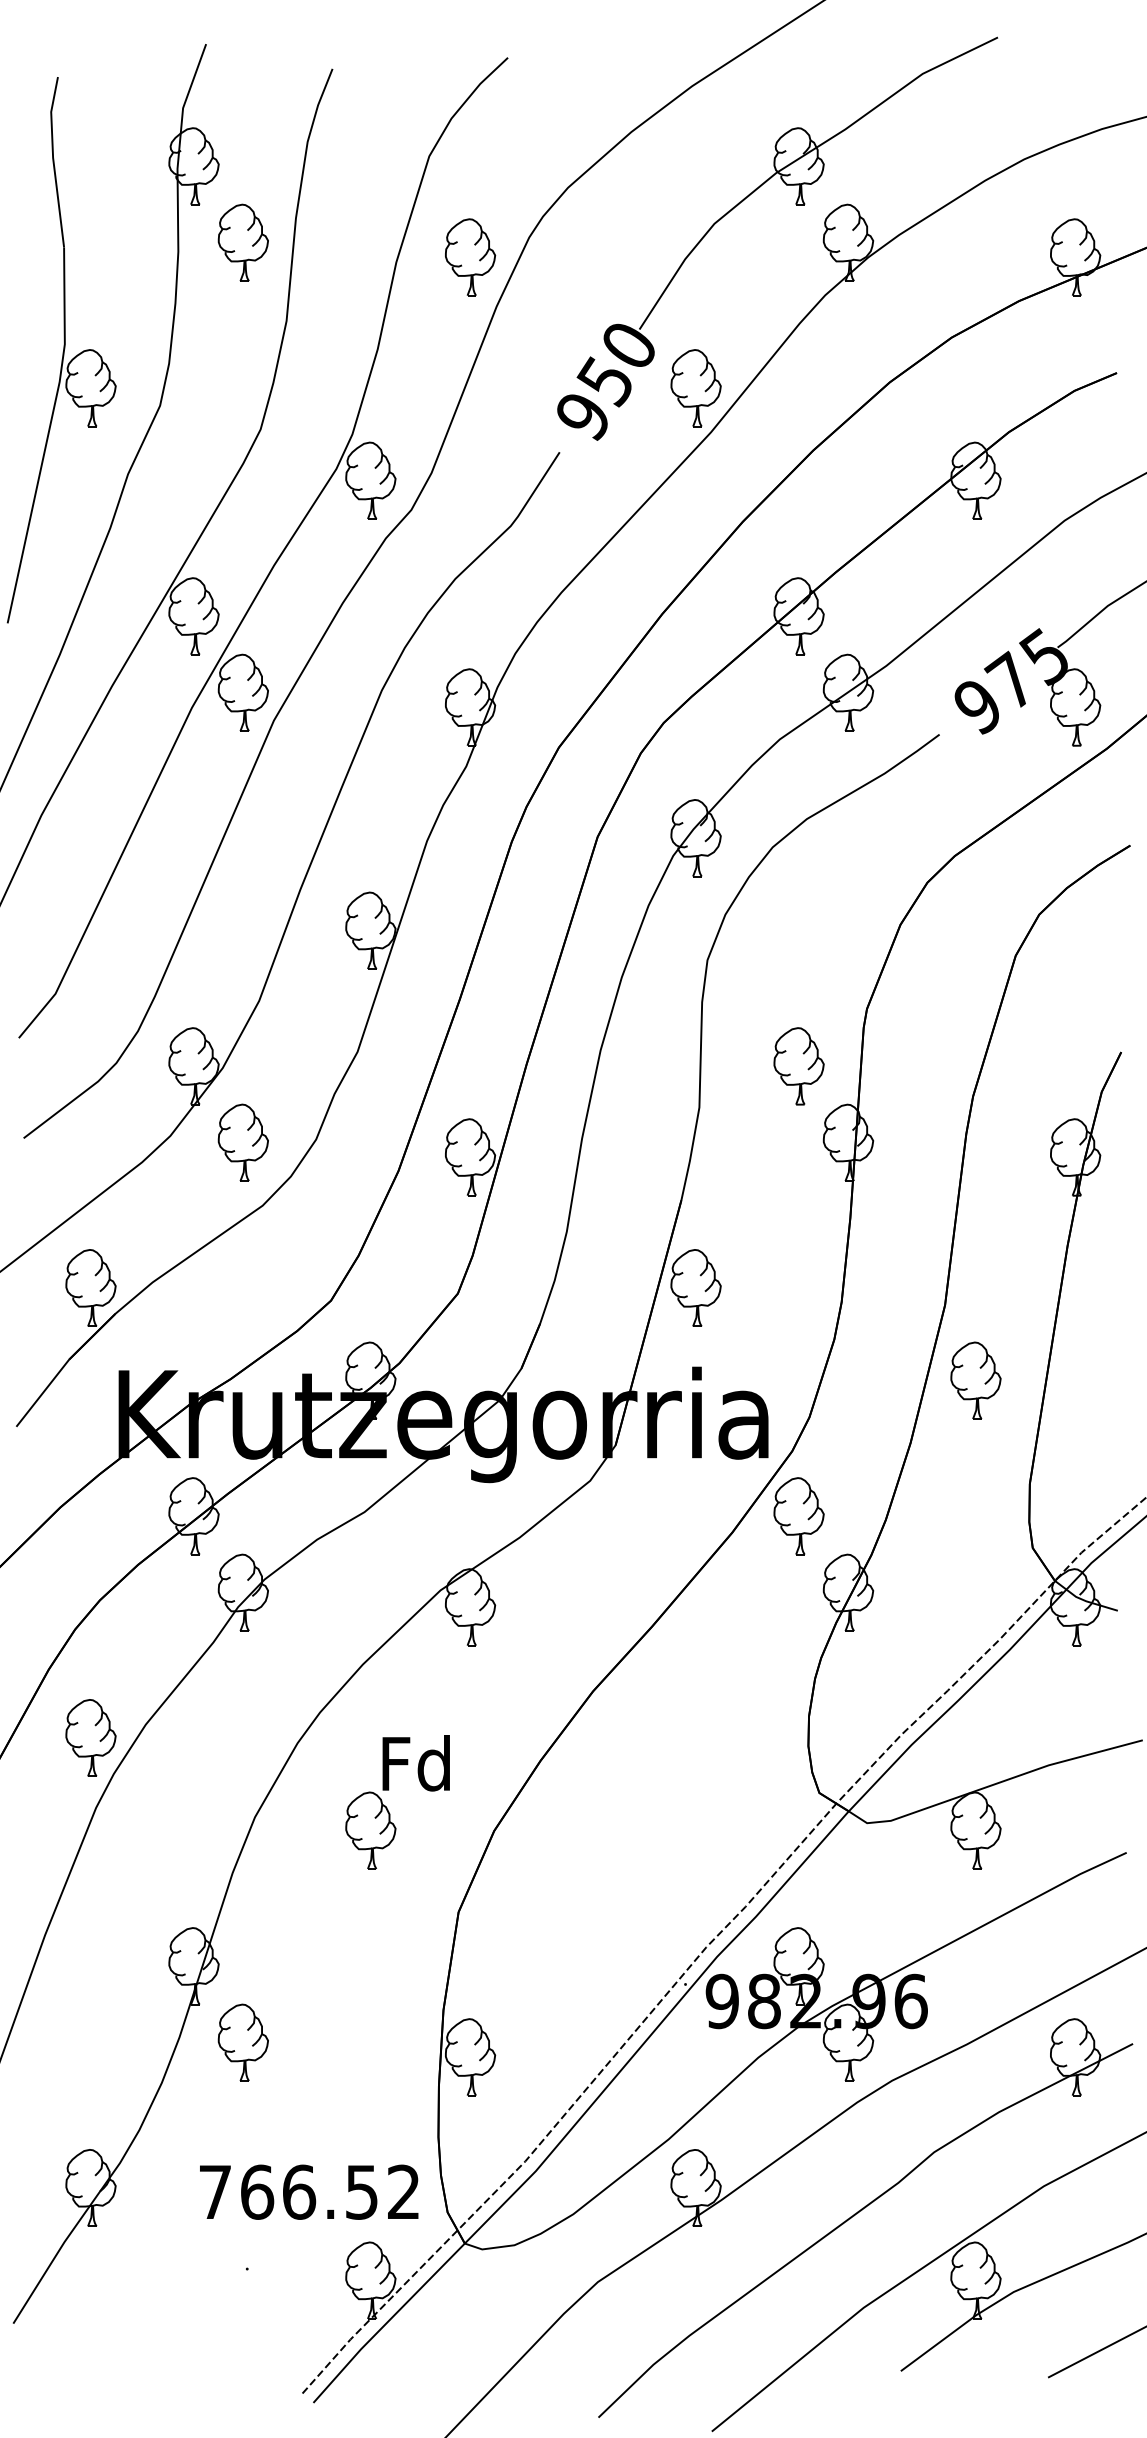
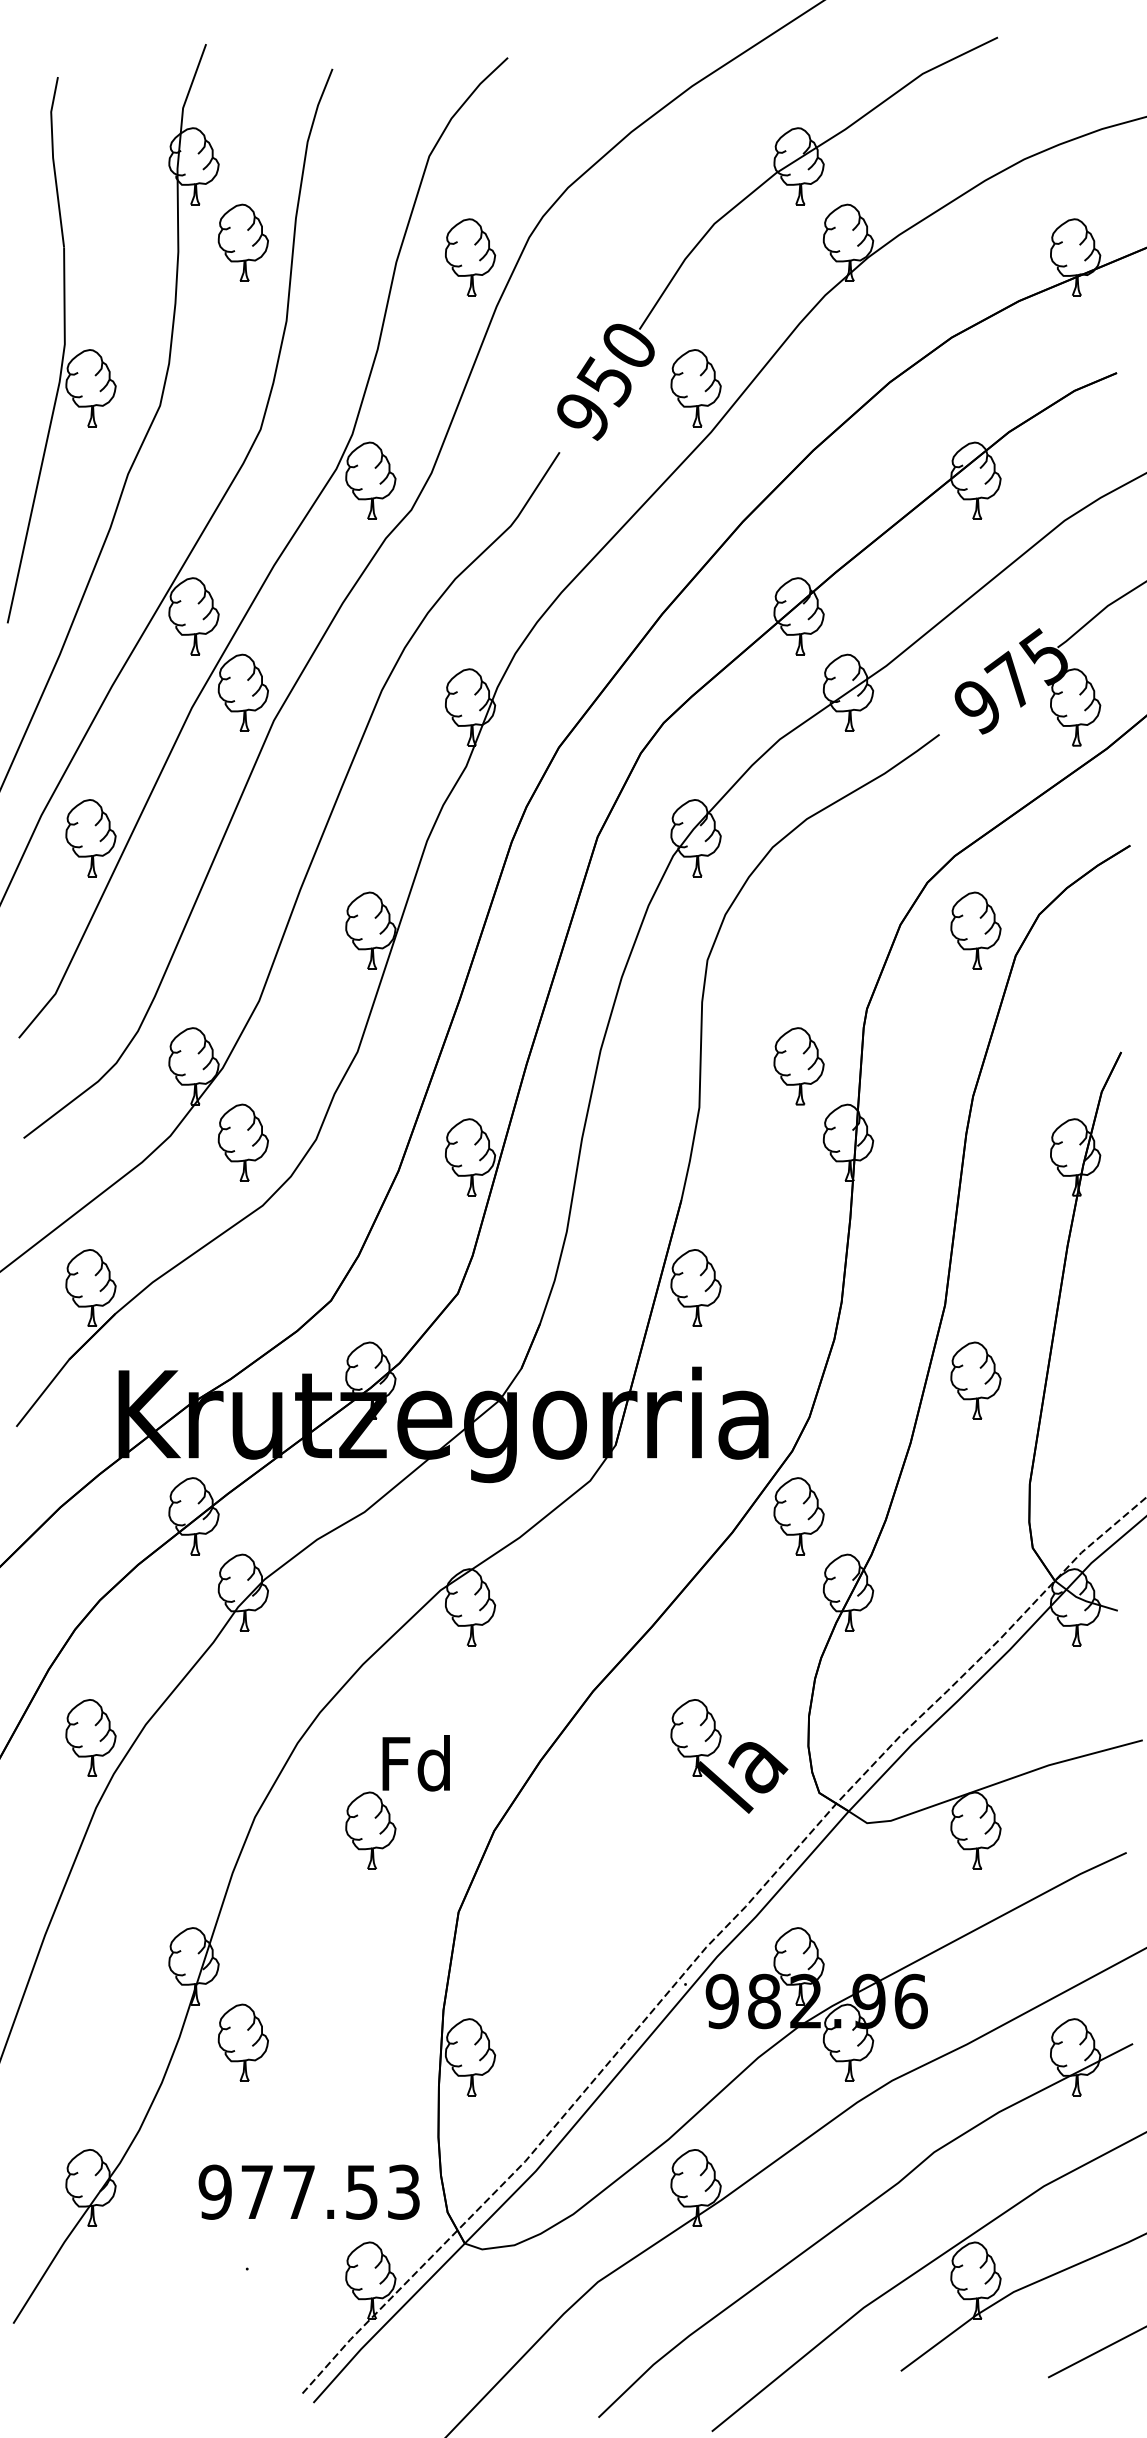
part at (90, 838): none -> present
part at (975, 930): none -> present
part at (729, 1756): none -> present
text at (308, 2191): 766.52 -> 977.53
